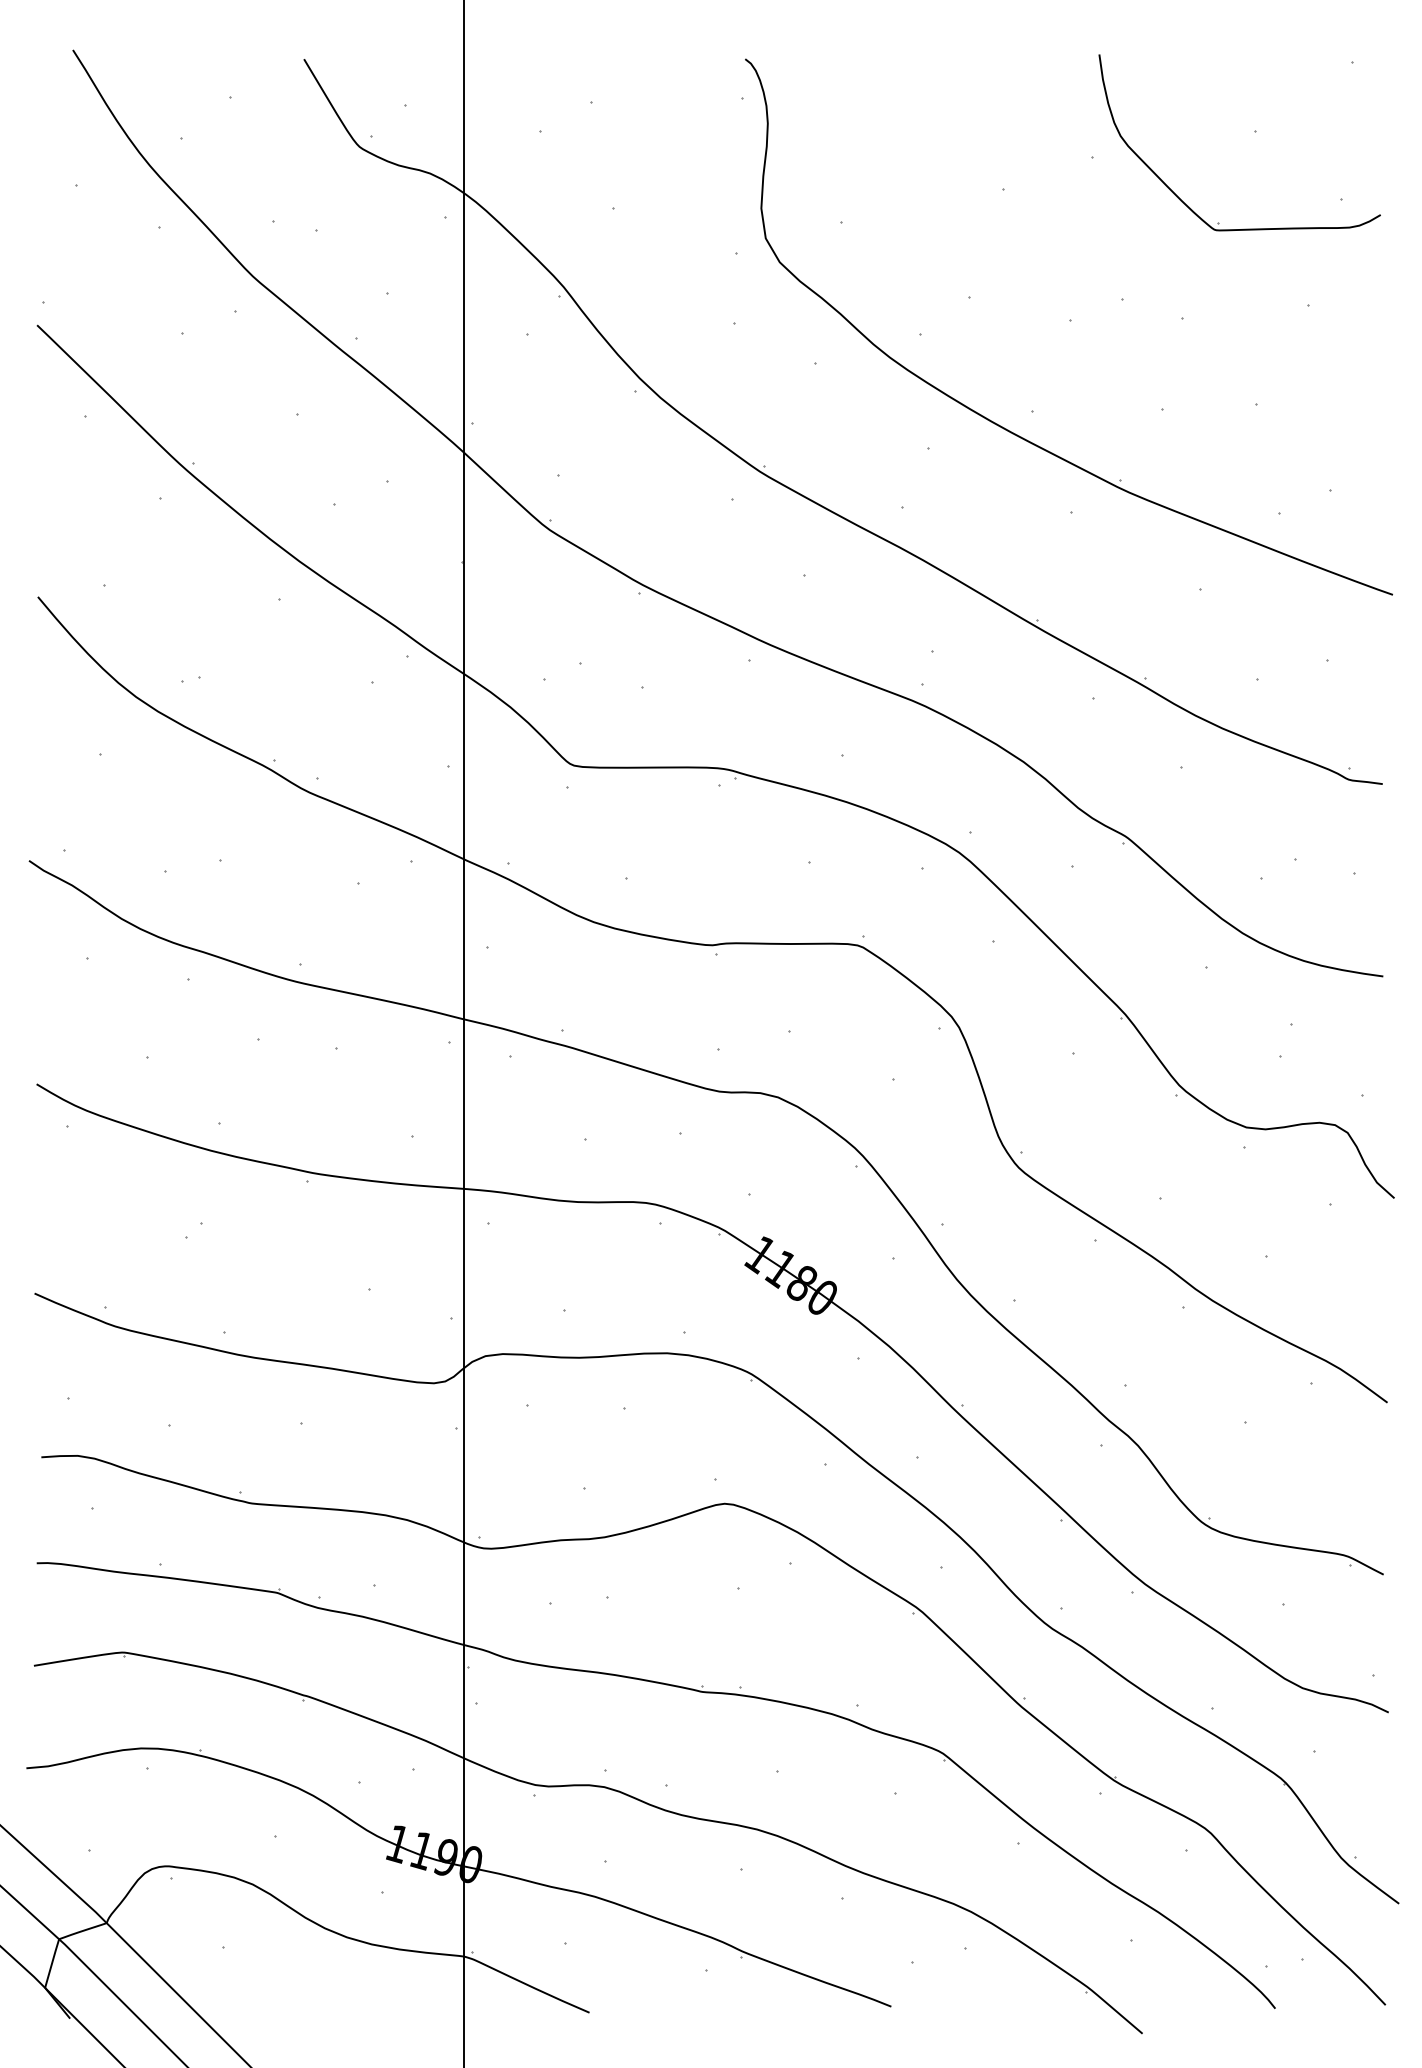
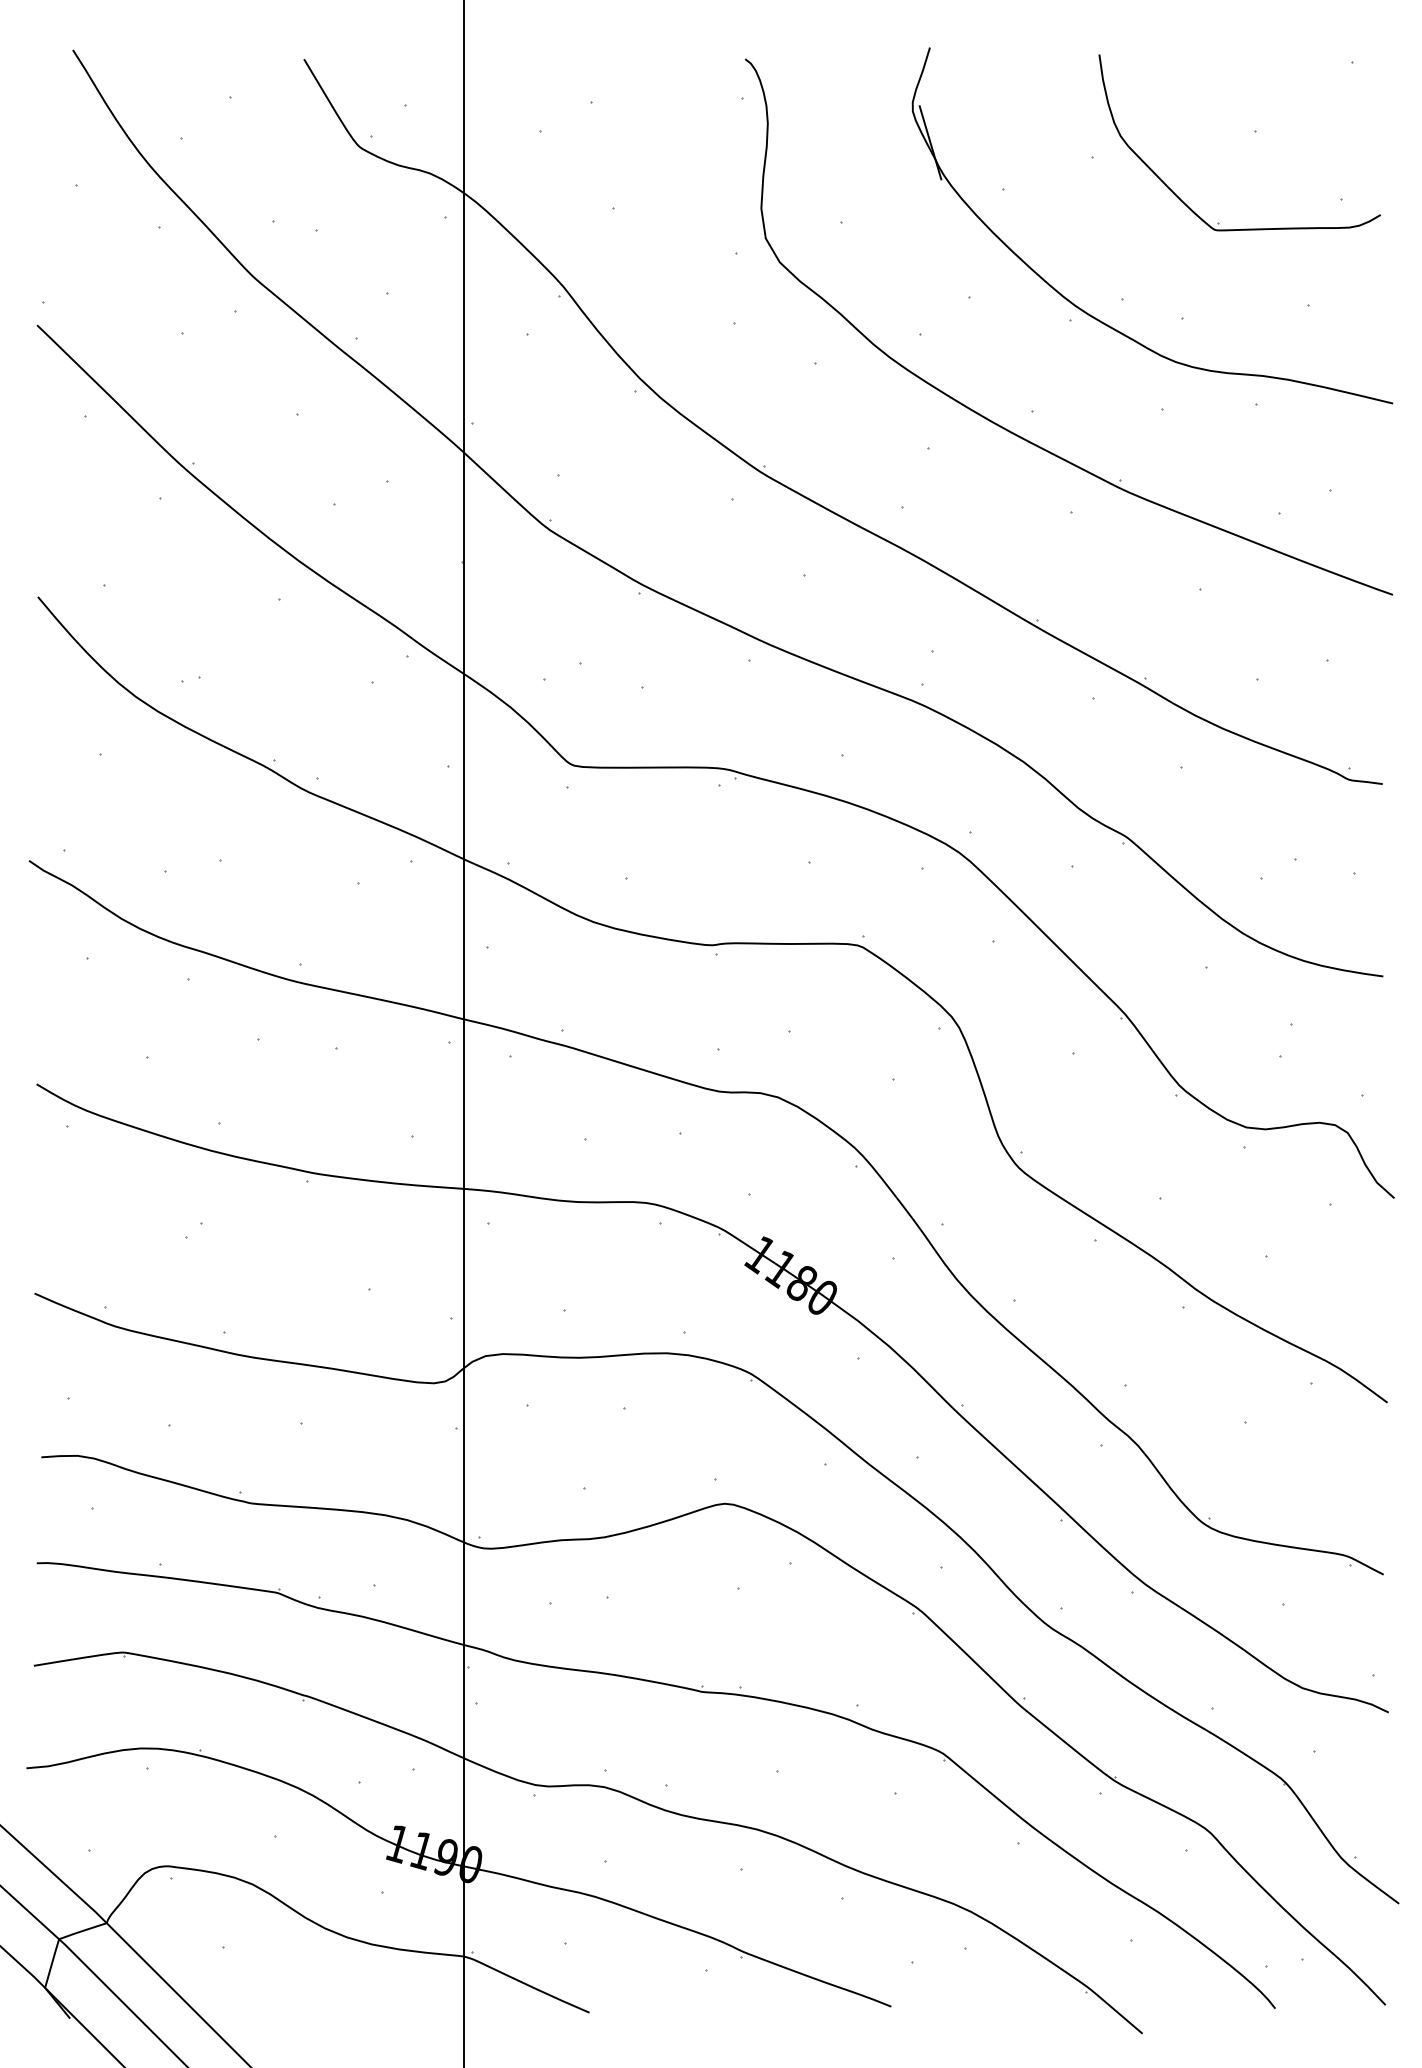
part at (1099, 319): none -> present
